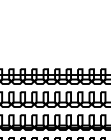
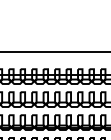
line at (54, 52): none -> present
